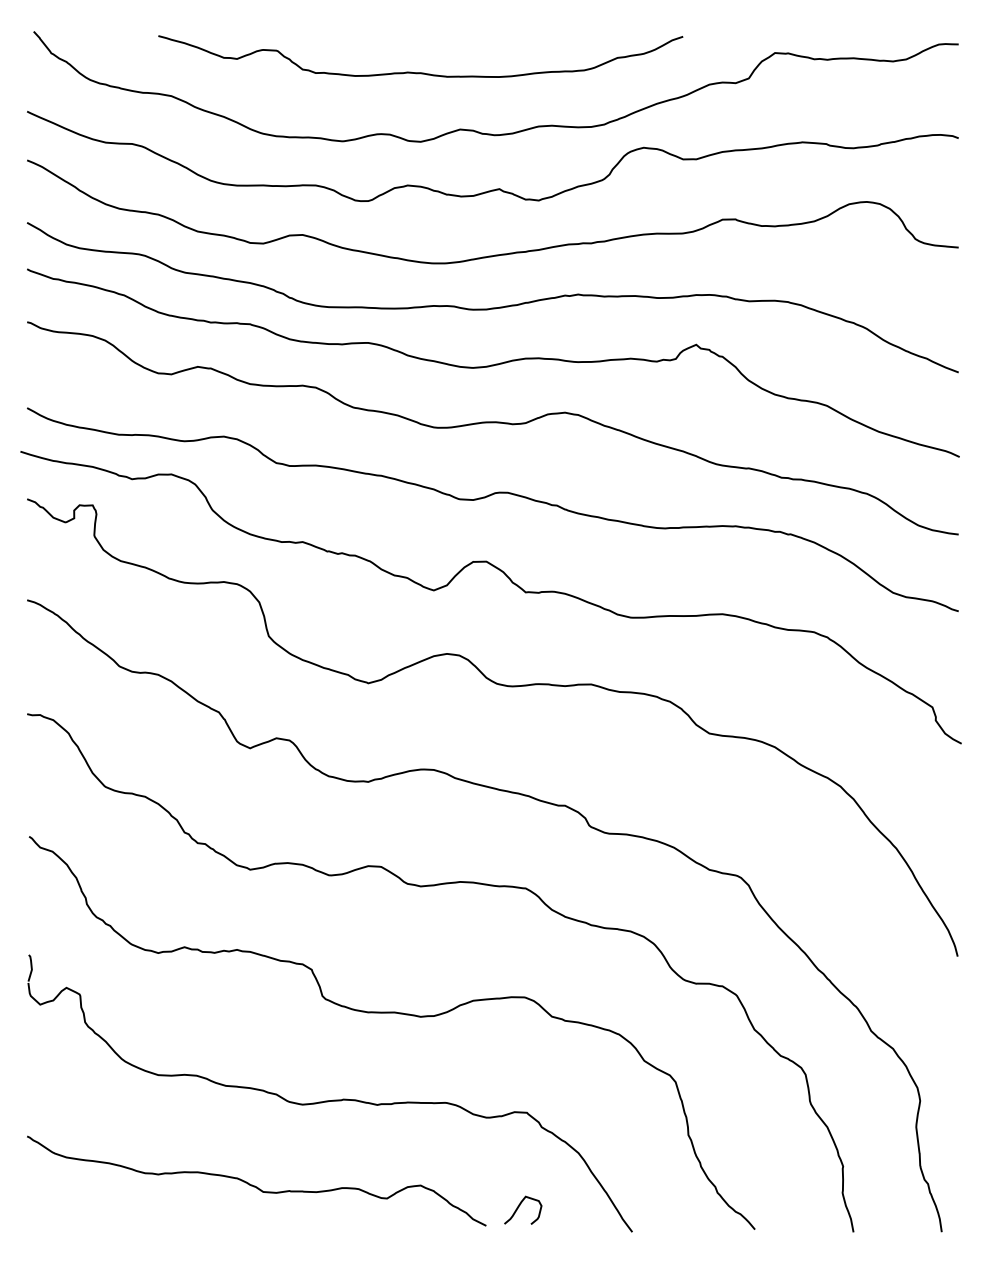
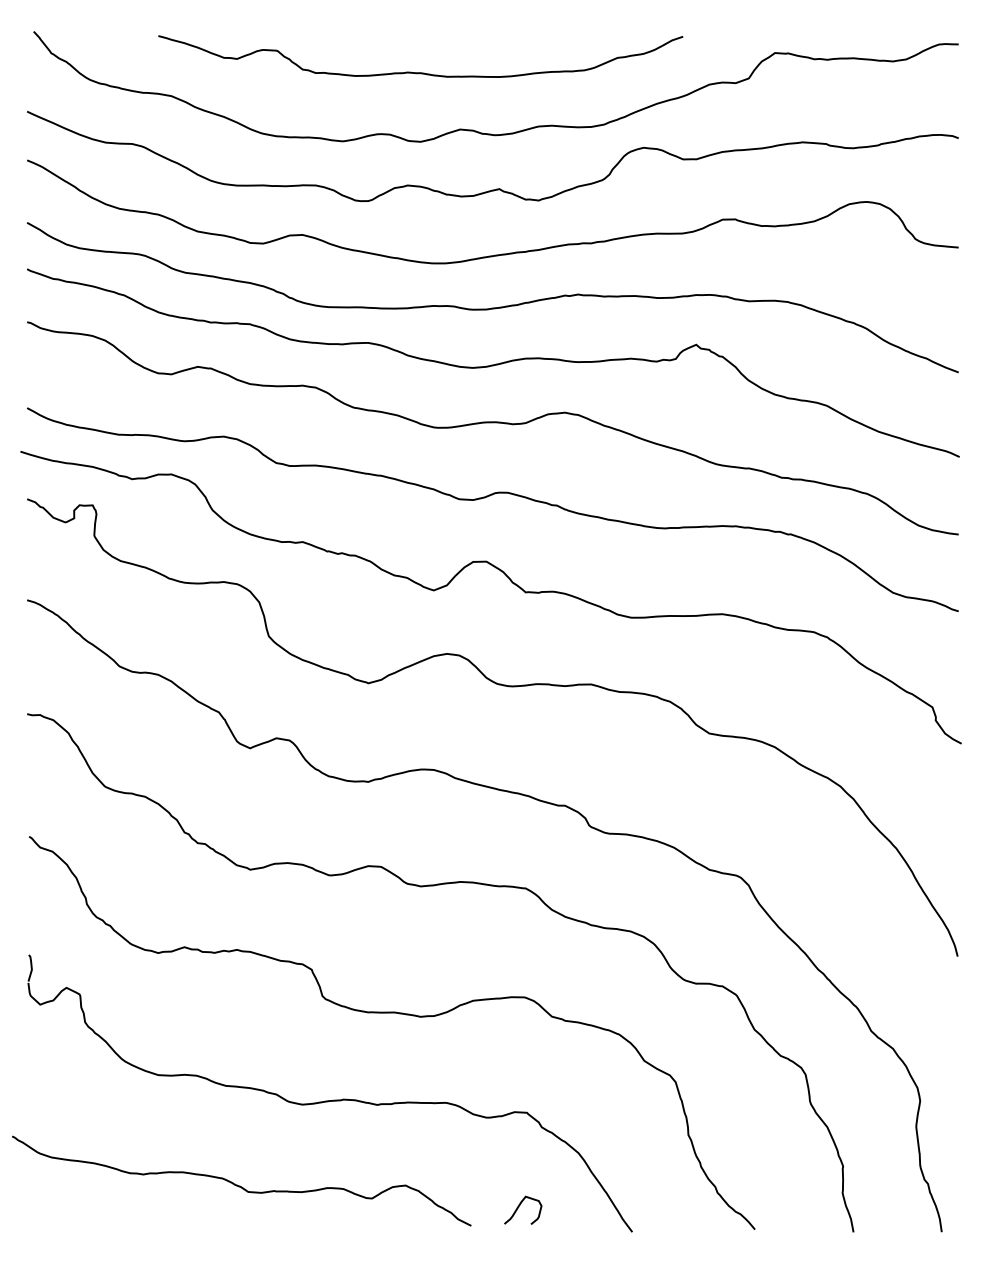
curve at (255, 1185) position: (255, 1185) -> (240, 1185)
